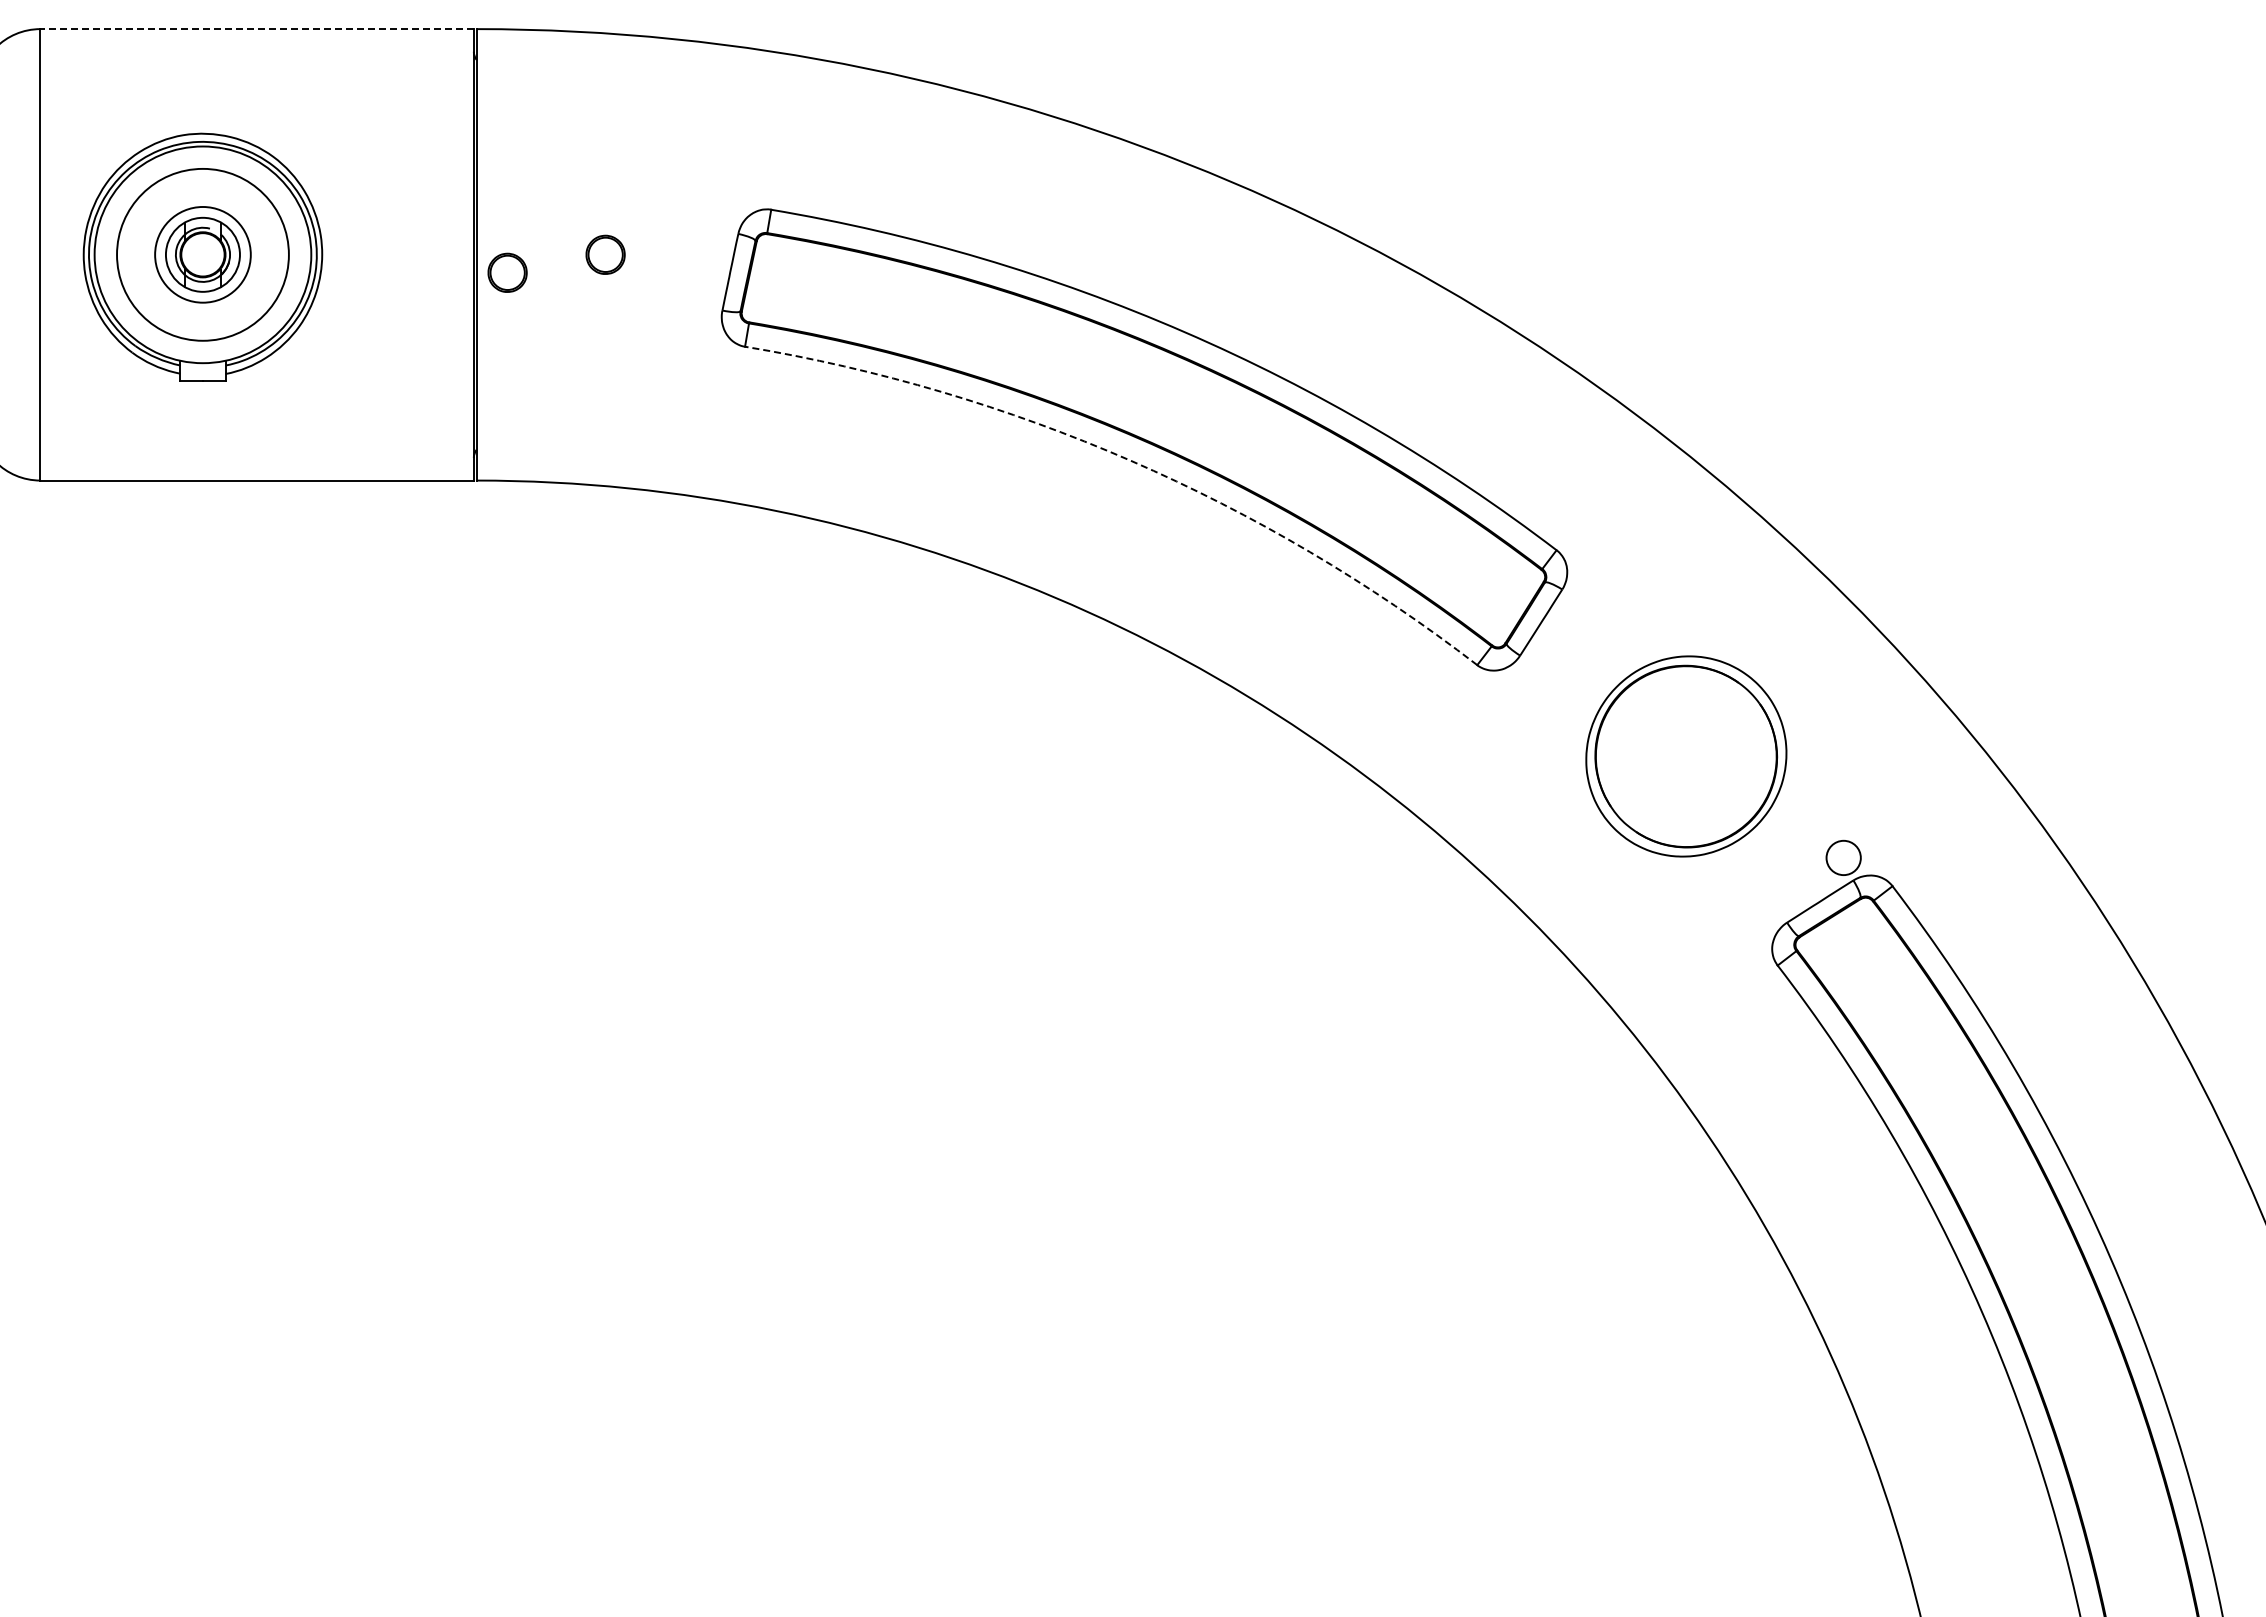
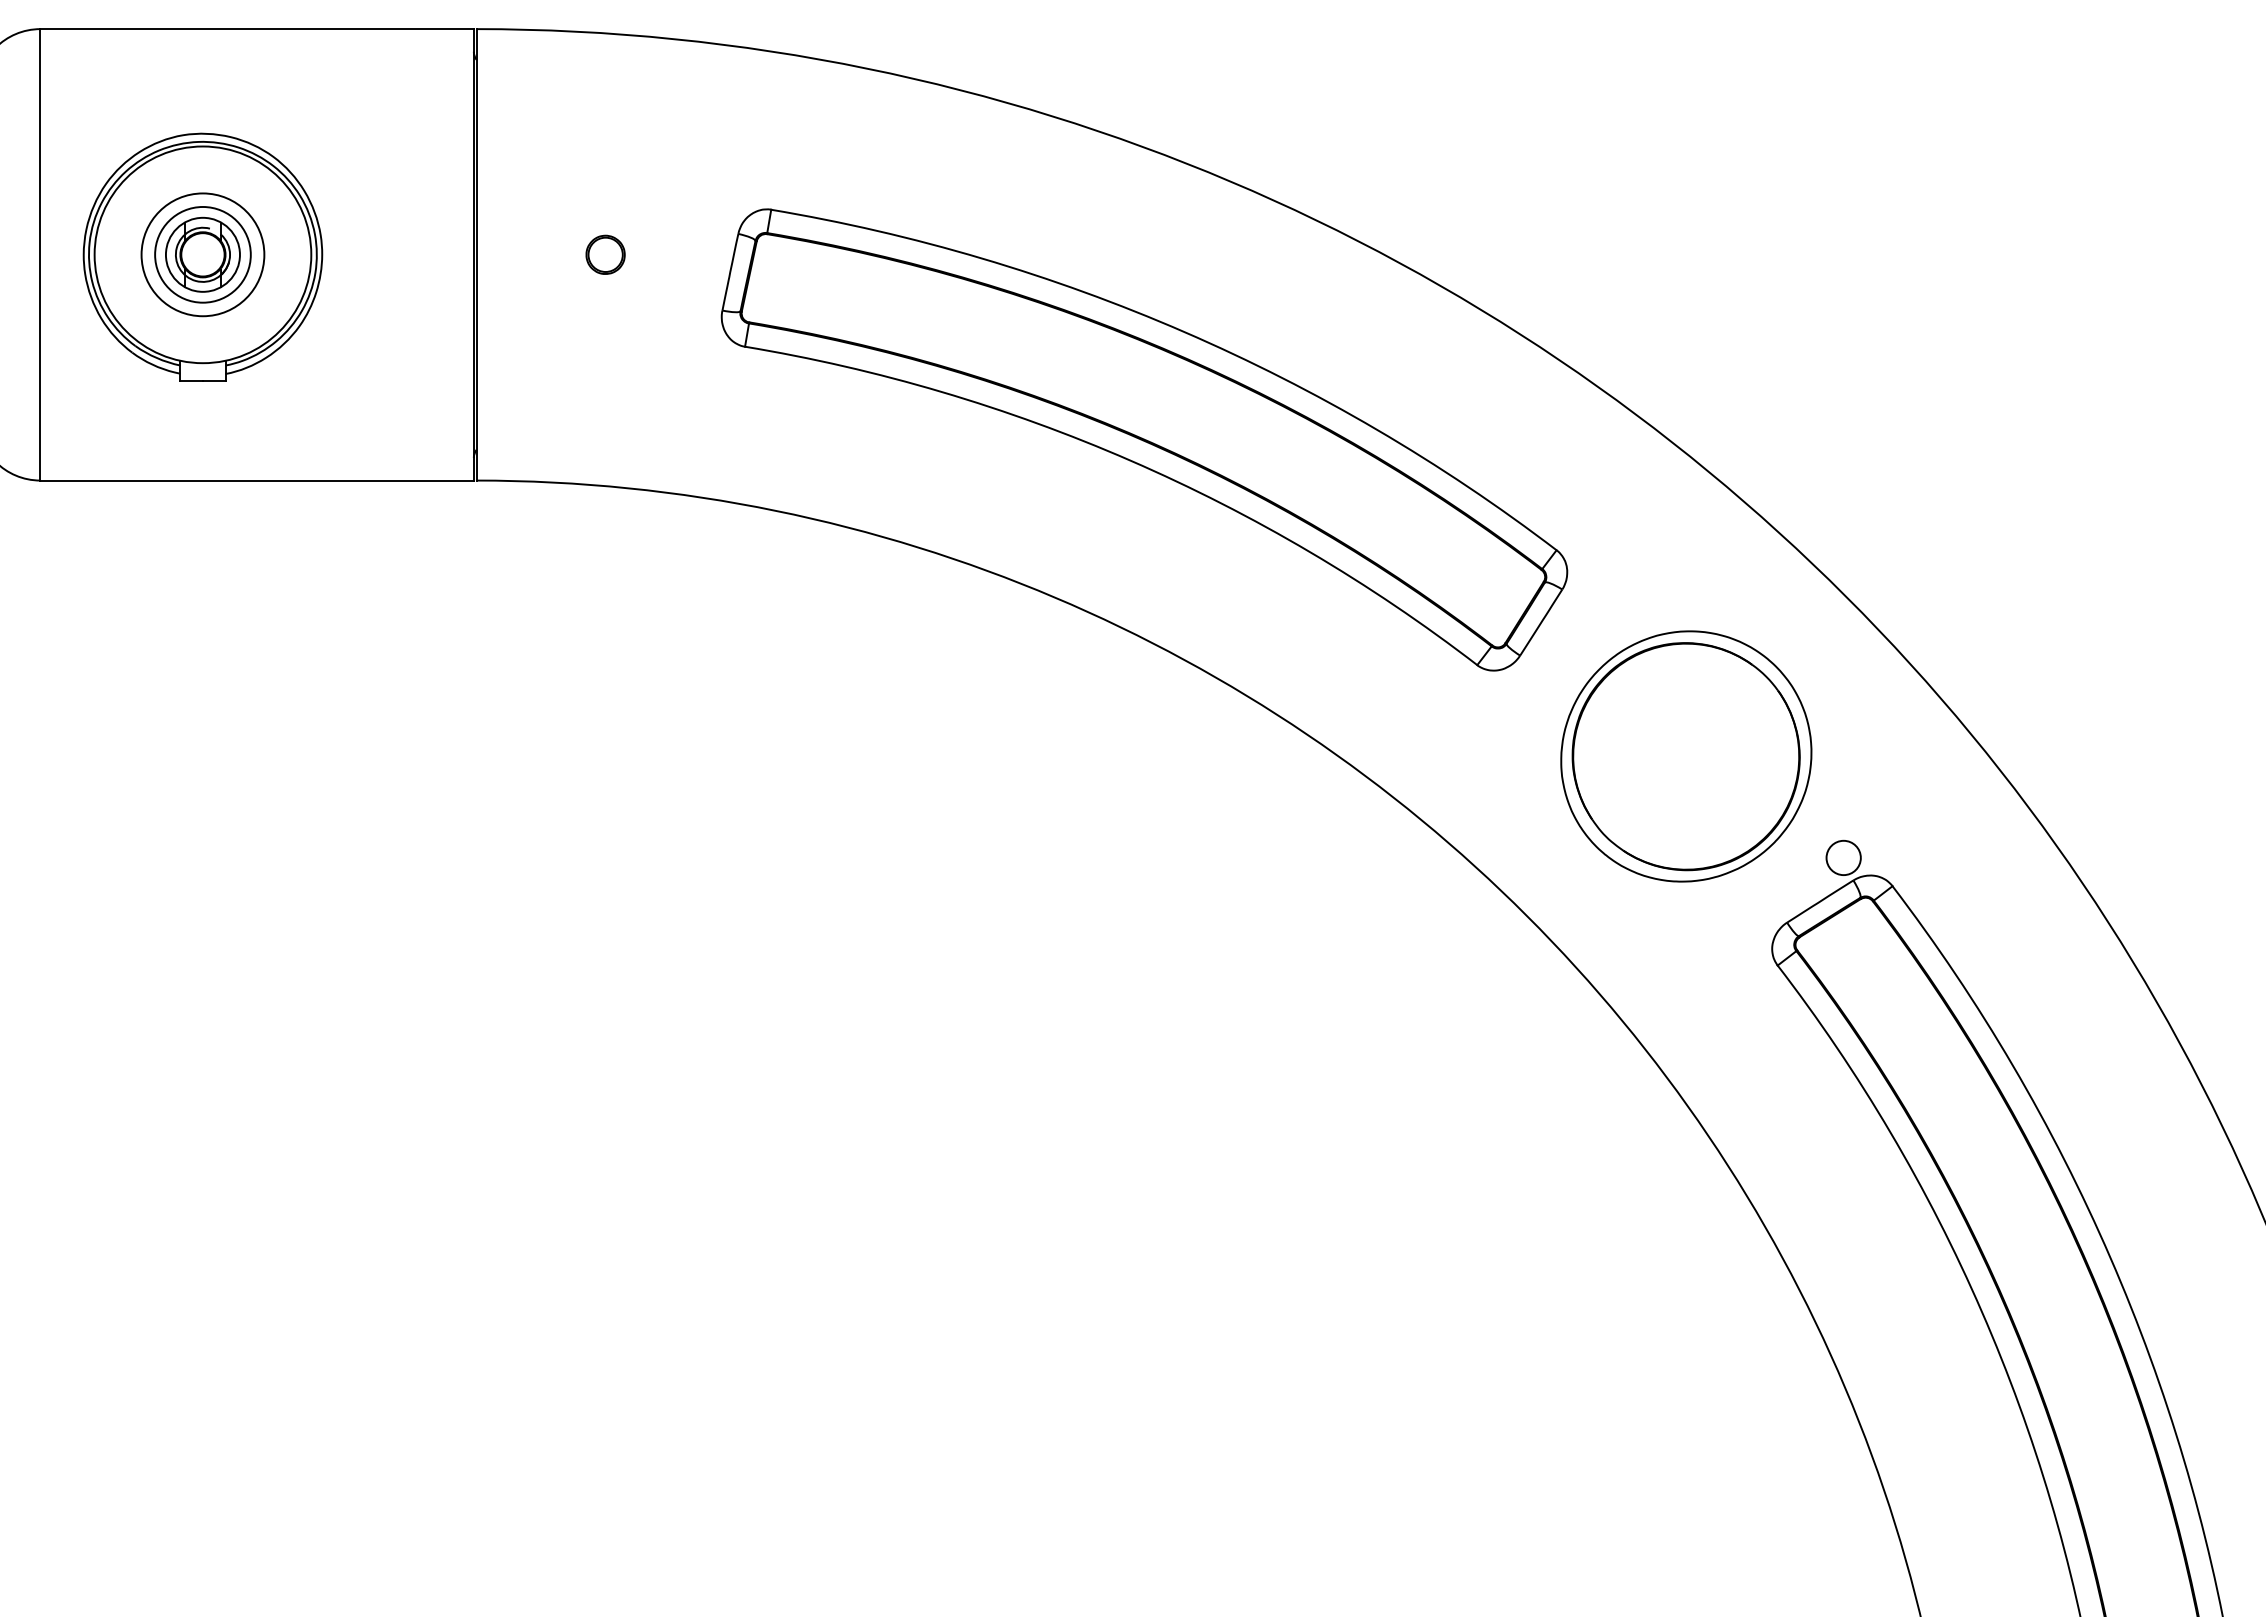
line at (257, 29): dashed -> solid
circle at (202, 254) diameter: 172 px -> 123 px
part at (507, 272): present -> none
arc at (1130, 460): dashed -> solid
part at (1686, 756) size: 203x203 px -> 253x253 px
